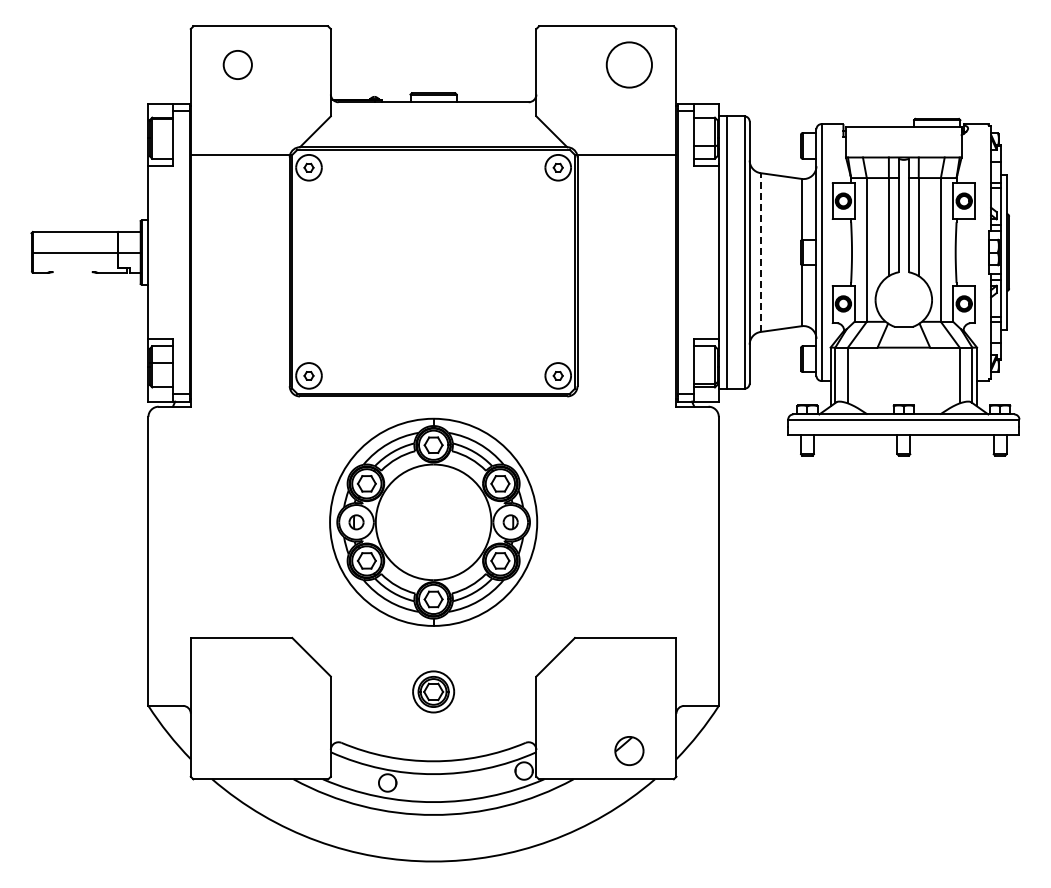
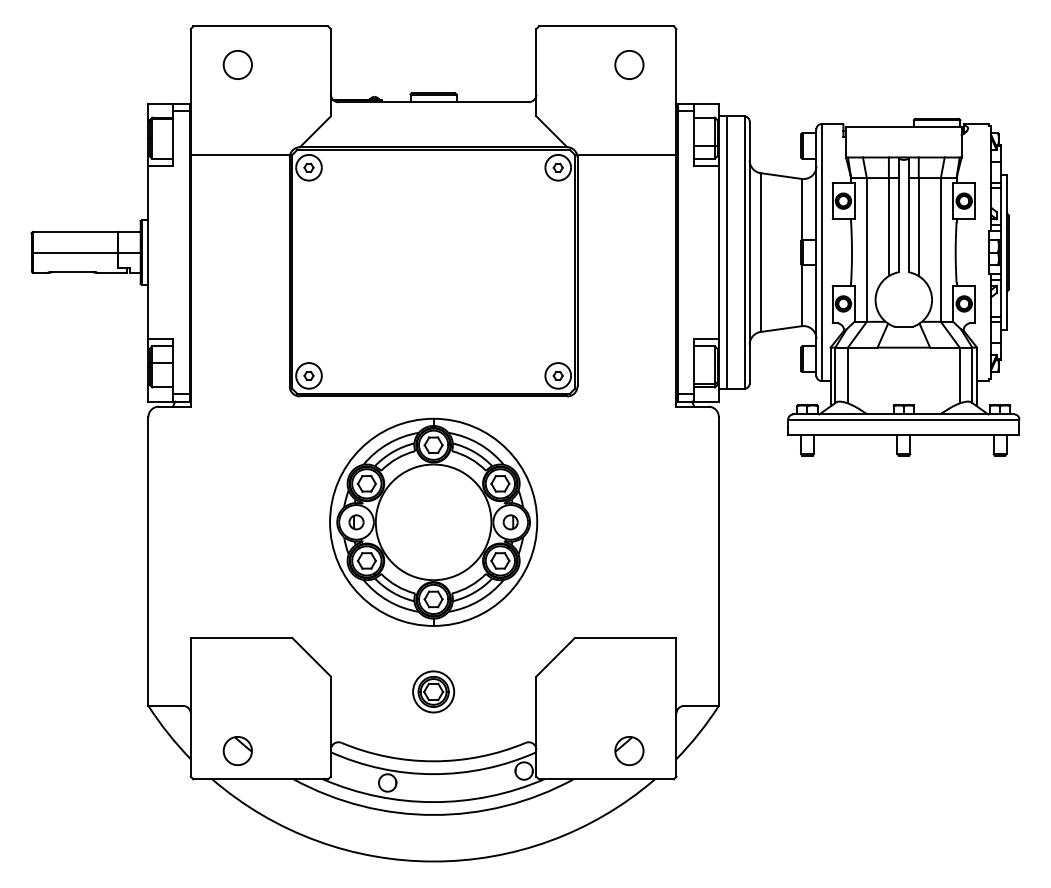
part at (628, 64) size: 48x48 px -> 31x30 px
line at (760, 252): dashed -> solid
line at (72, 272): none -> present
part at (237, 751): none -> present
